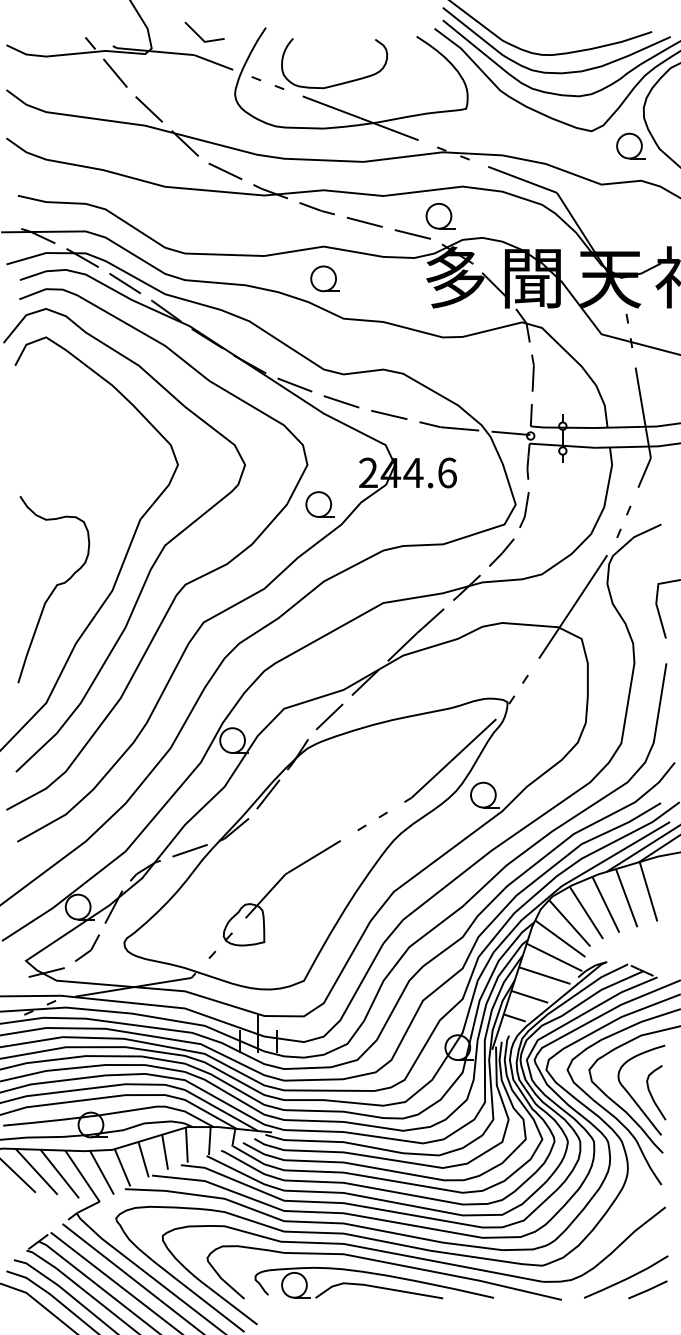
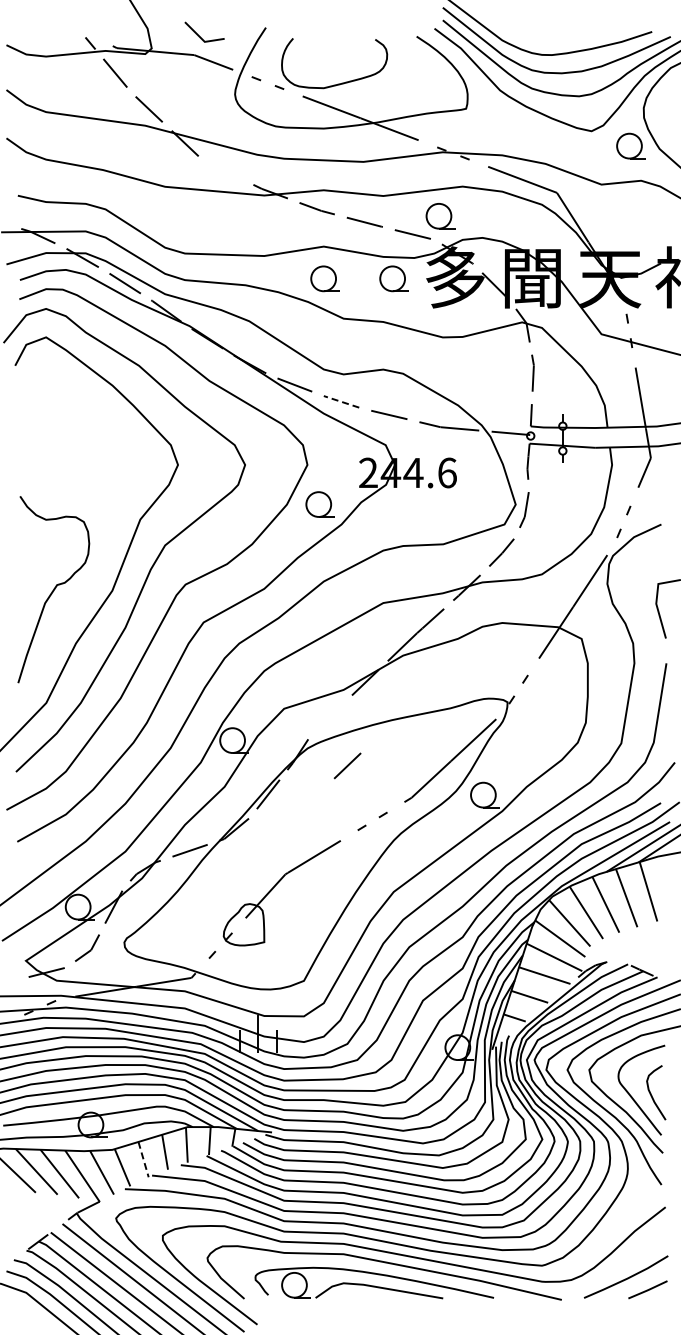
line at (225, 171): present -> none
part at (393, 278): none -> present
line at (341, 401): solid -> dashed
line at (329, 716) position: (329, 716) -> (347, 765)
line at (143, 1160): solid -> dashed
